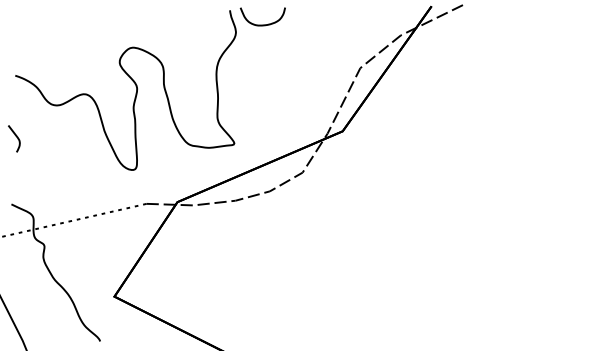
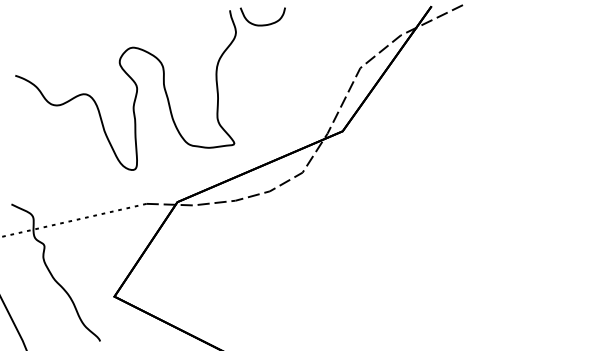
curve at (15, 136): present -> none
